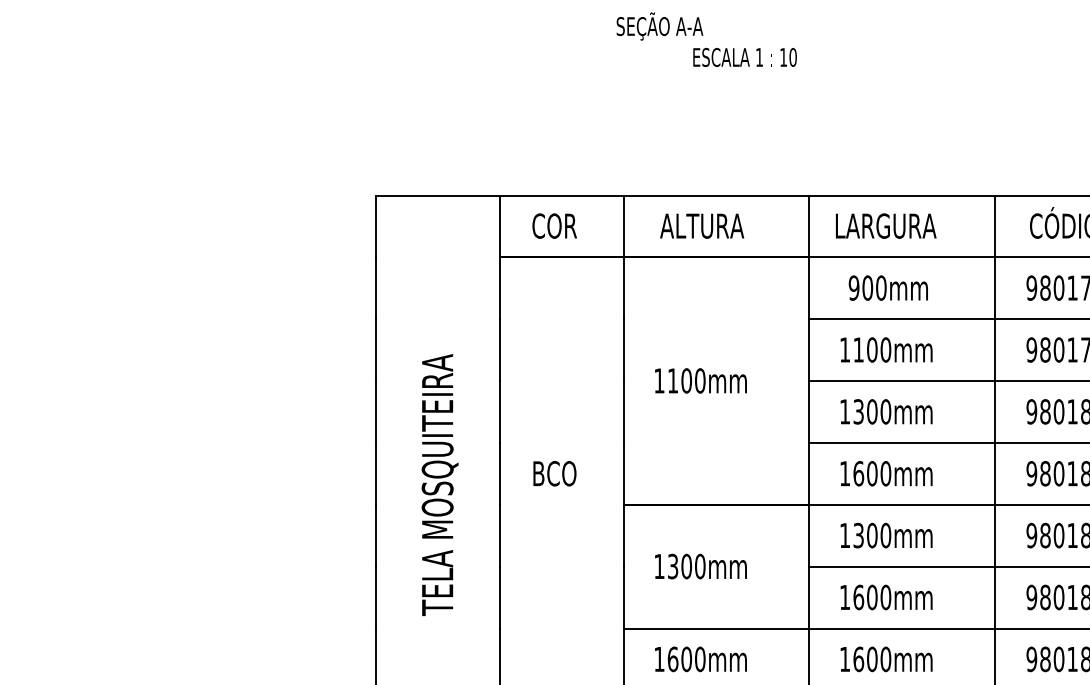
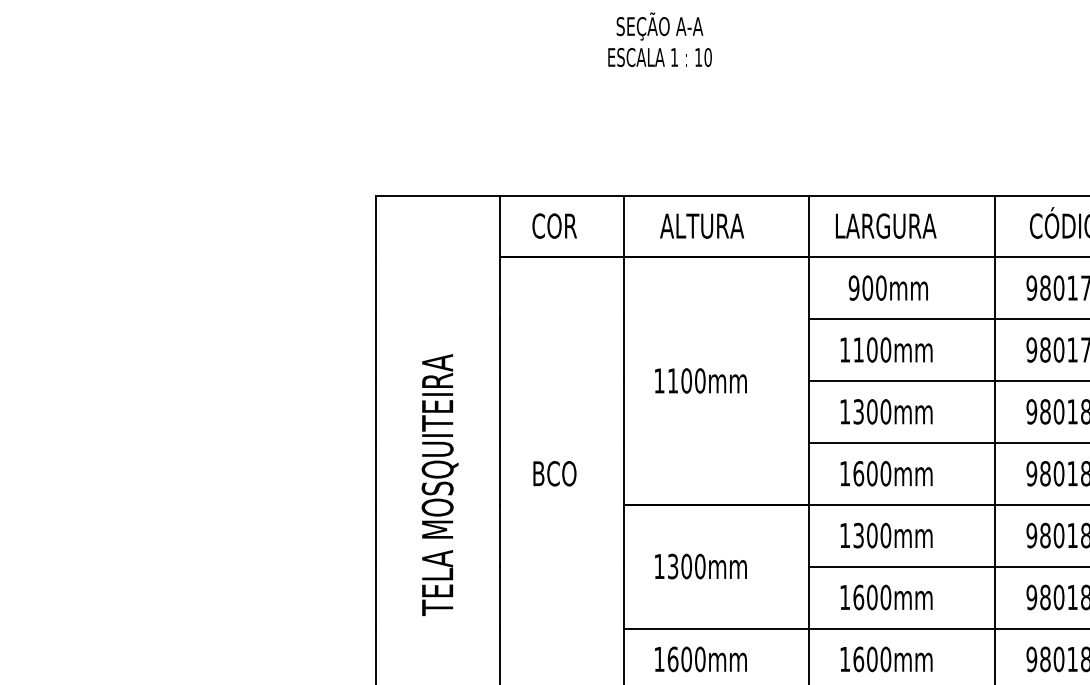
text at (744, 57) position: (744, 57) -> (659, 57)
